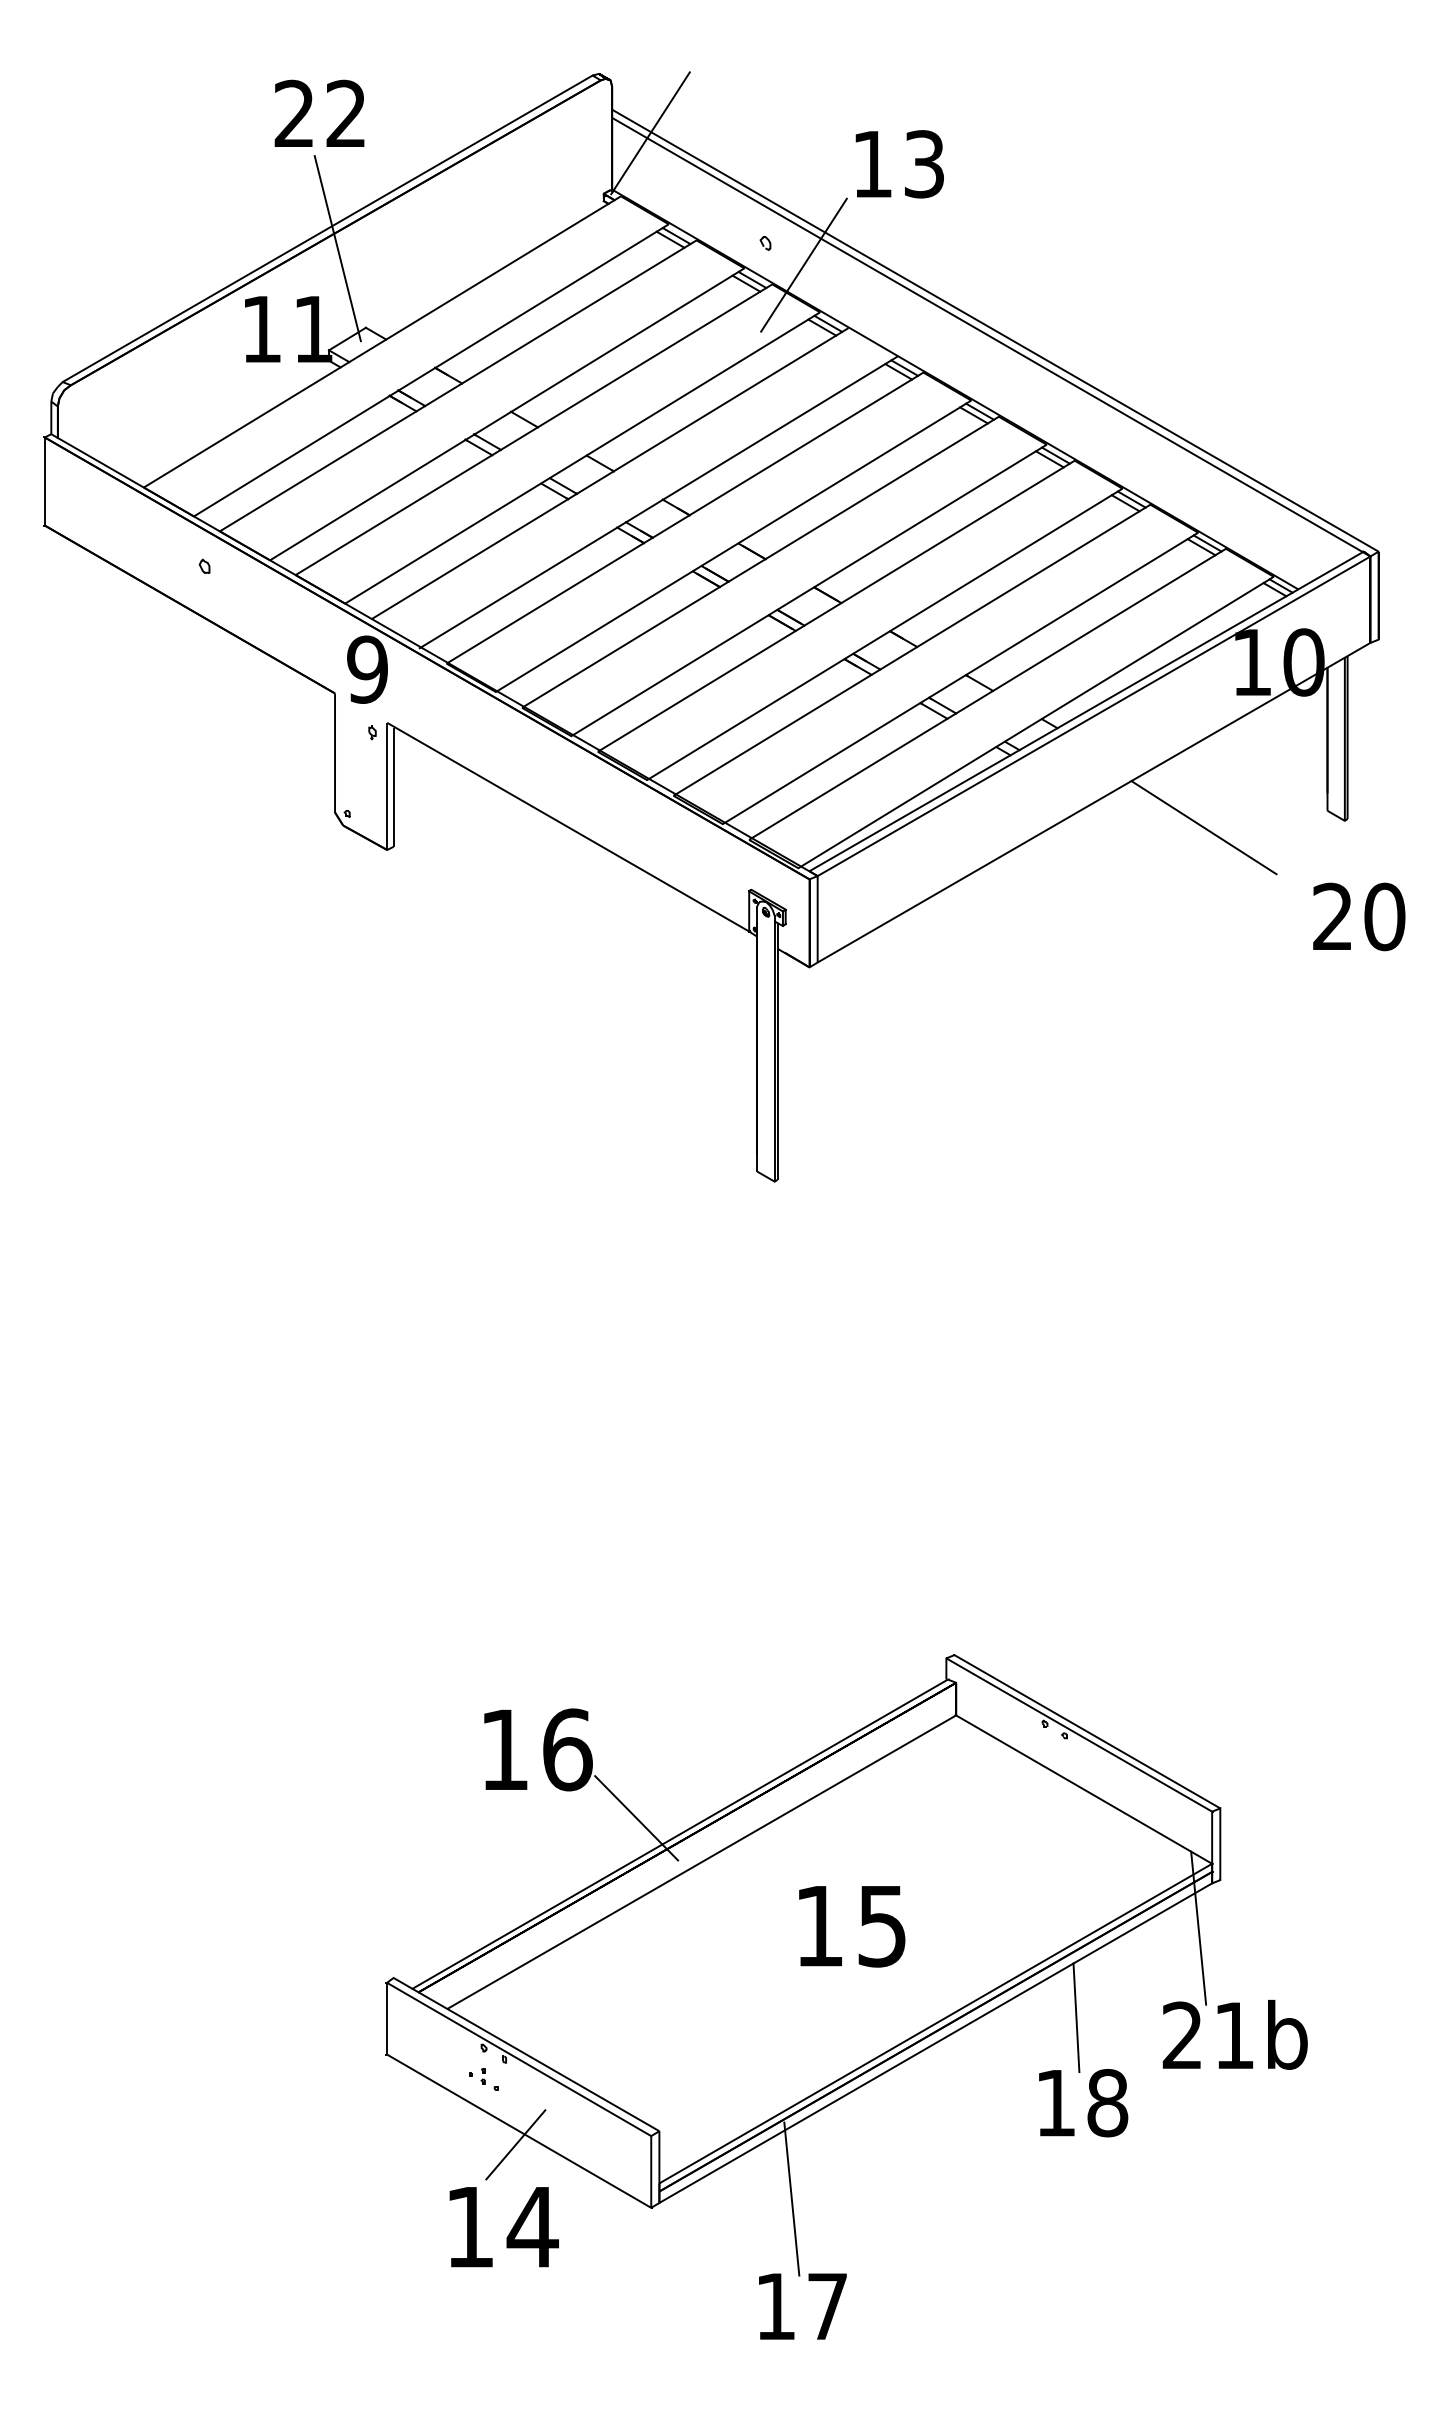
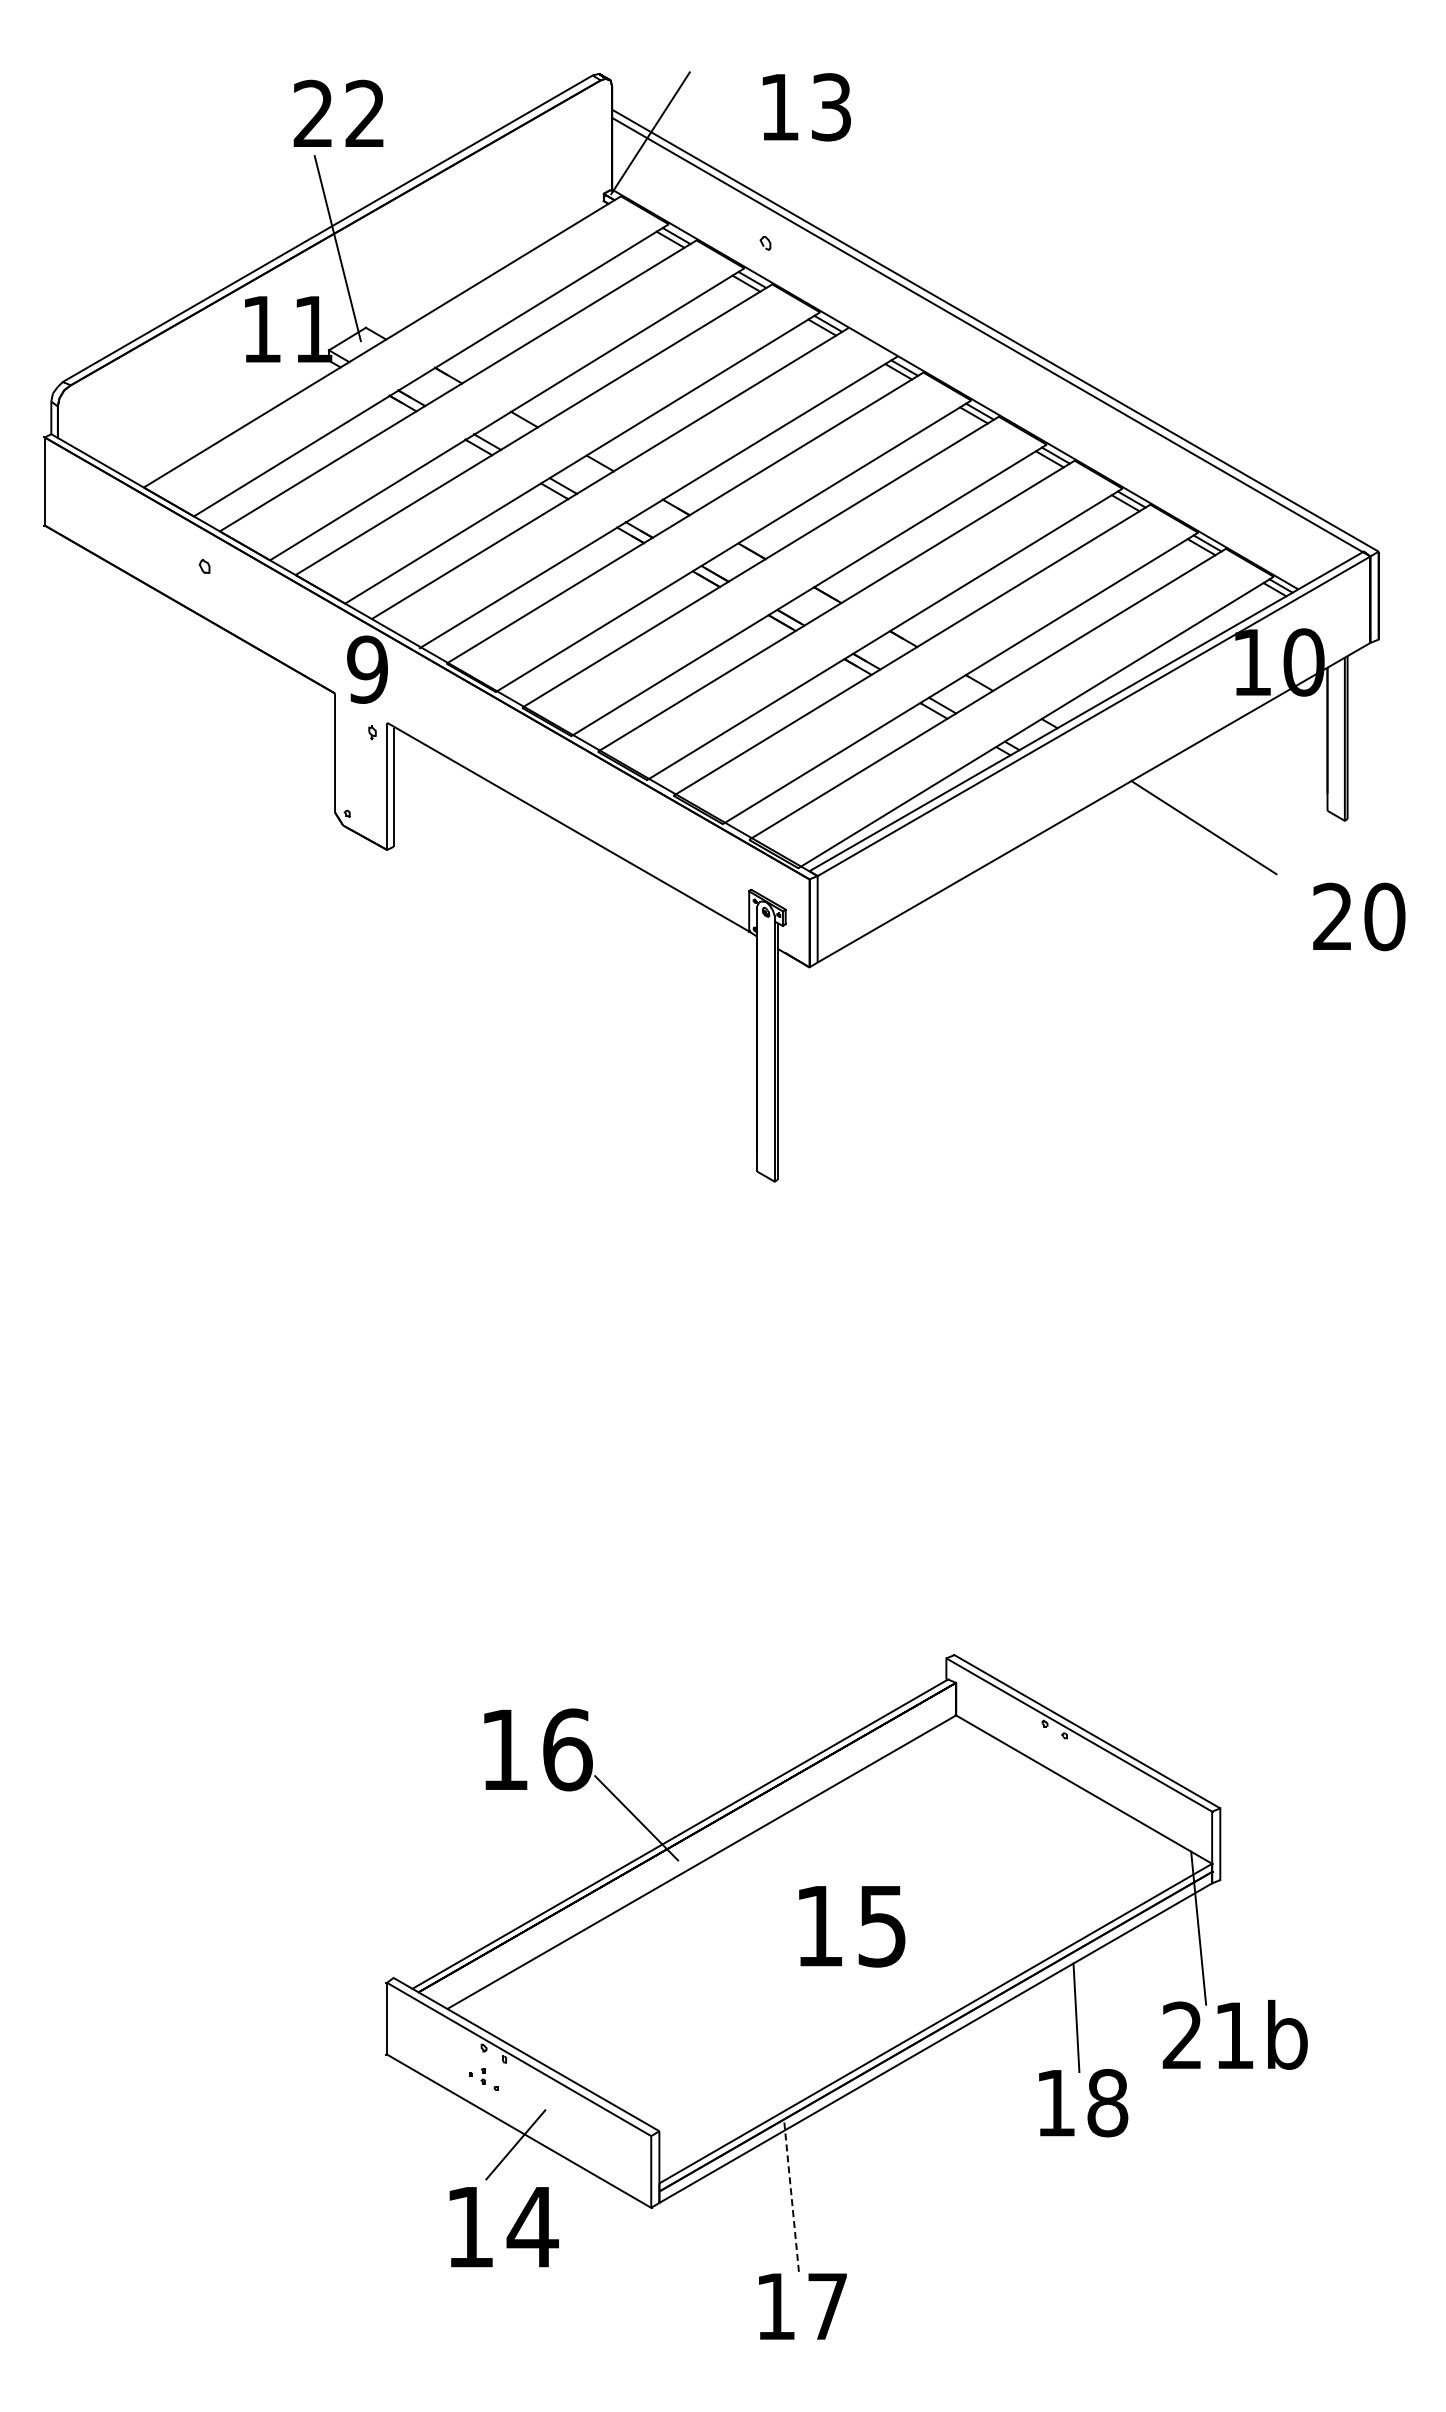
text at (319, 112) position: (319, 112) -> (338, 112)
text at (899, 164) position: (899, 164) -> (806, 107)
line at (803, 264): present -> none
line at (791, 2199): solid -> dashed
